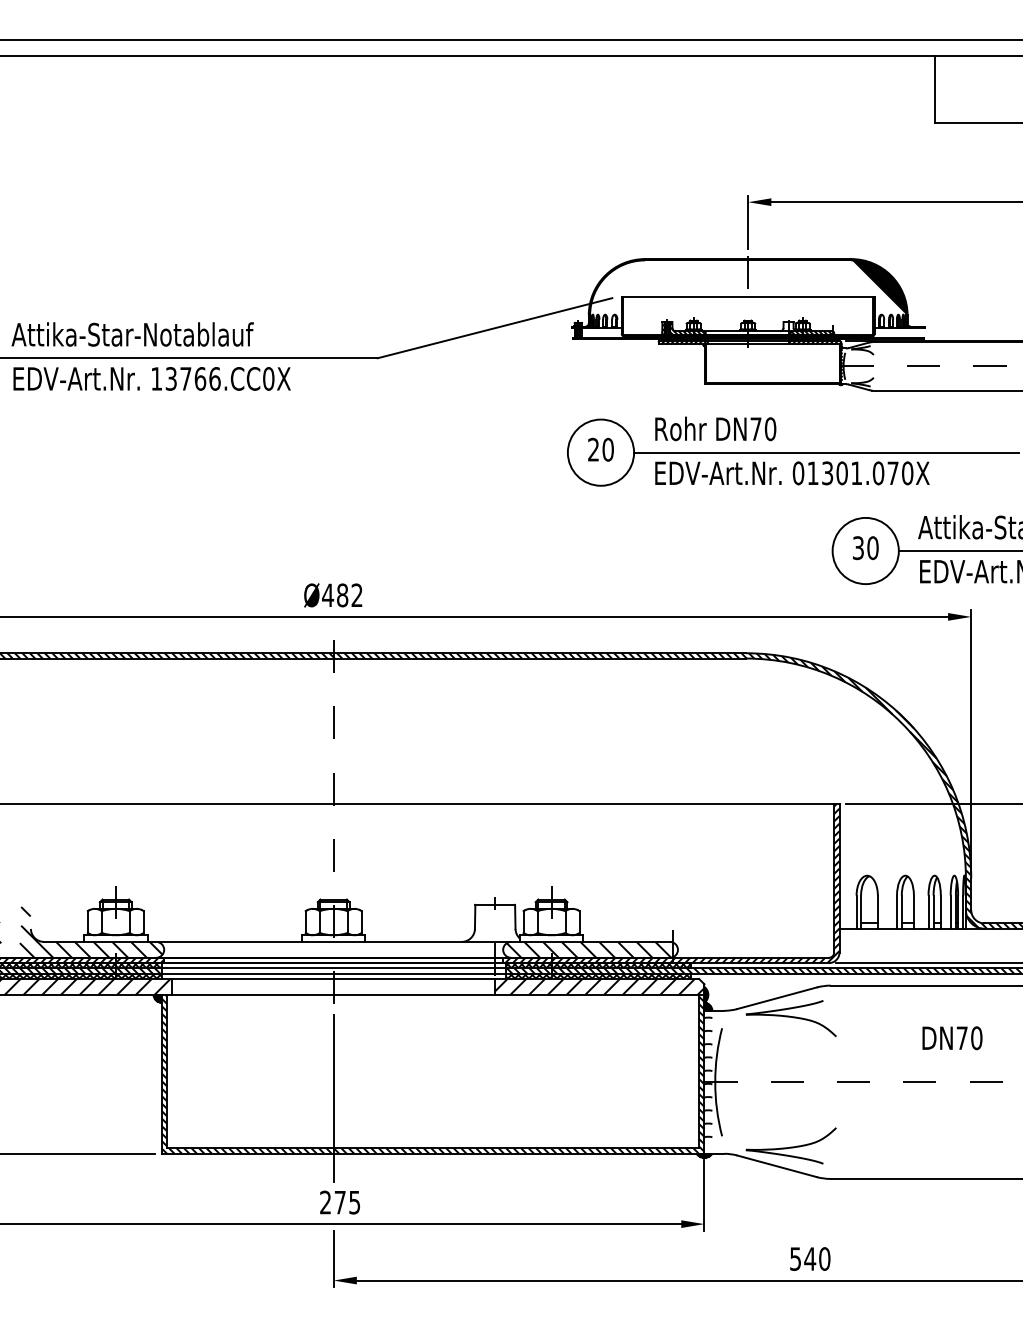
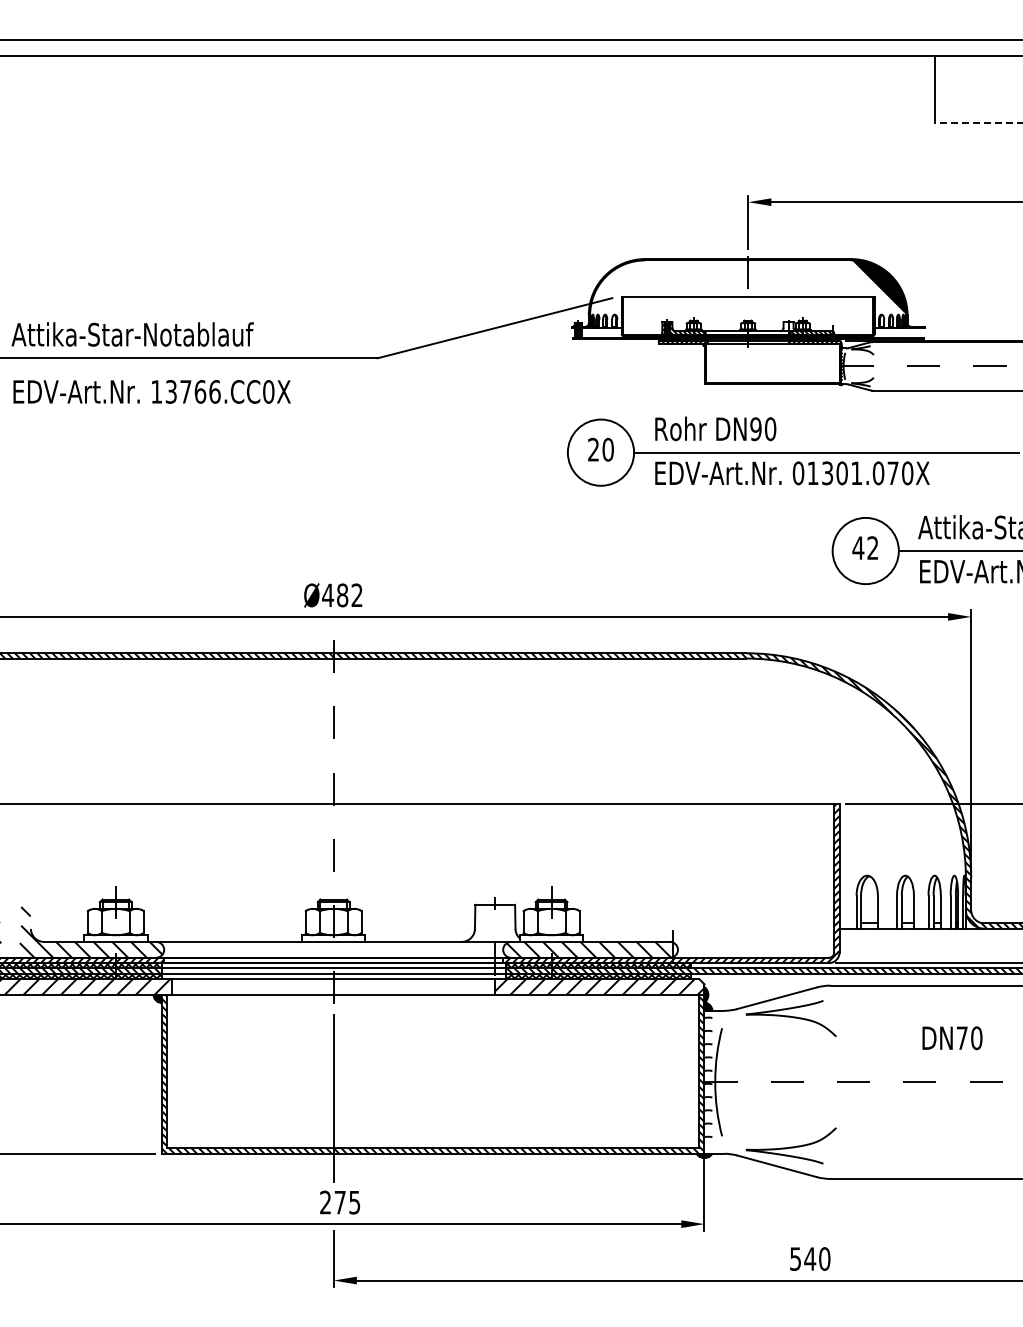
line at (978, 122): solid -> dashed
text at (151, 378) position: (151, 378) -> (151, 391)
text at (755, 429): DN70 -> DN90
text at (865, 548): 30 -> 42
